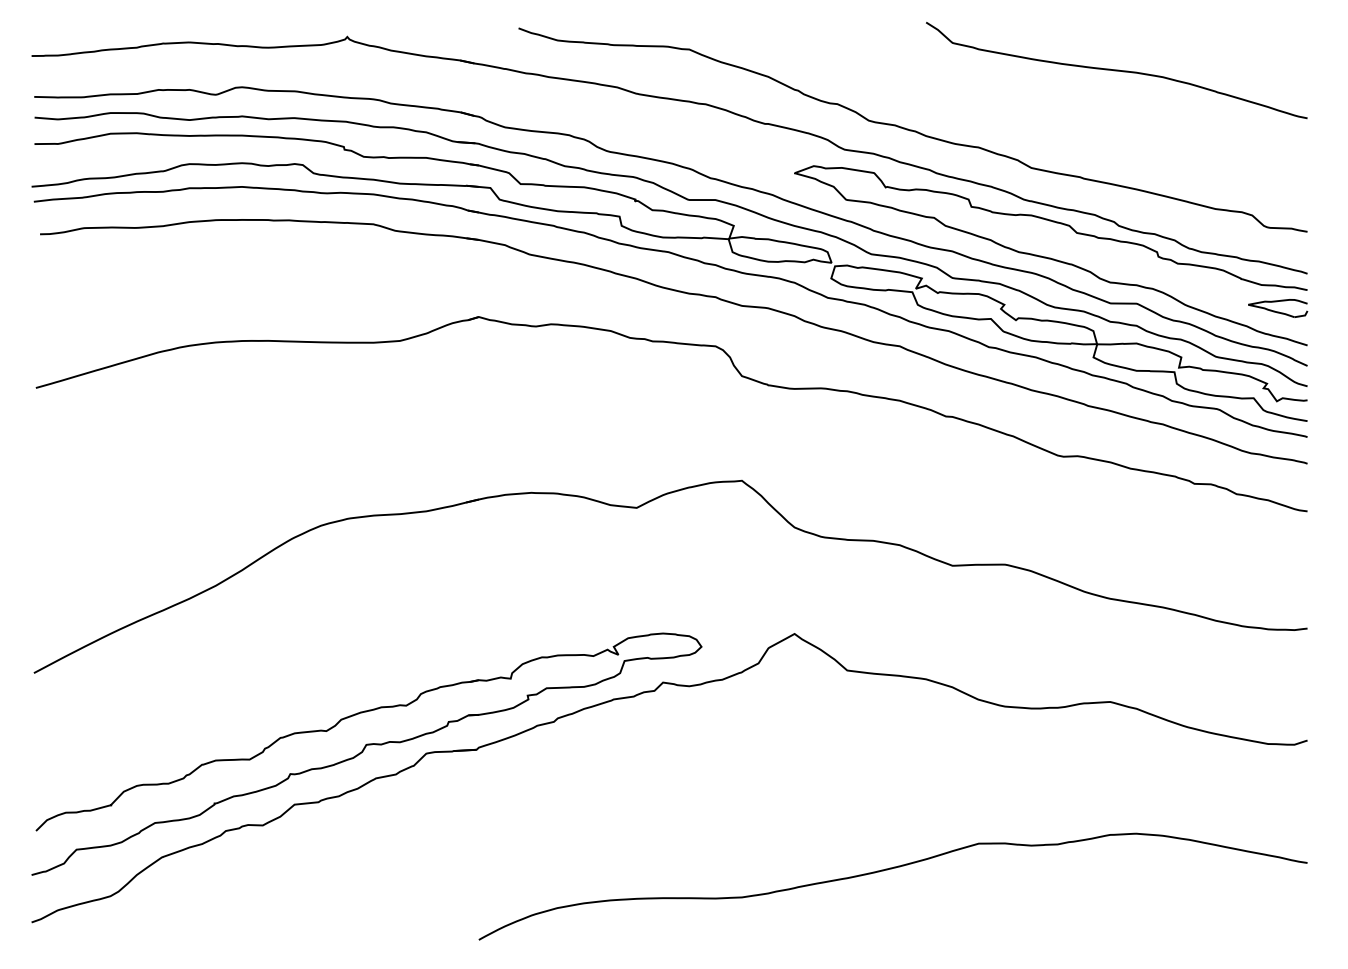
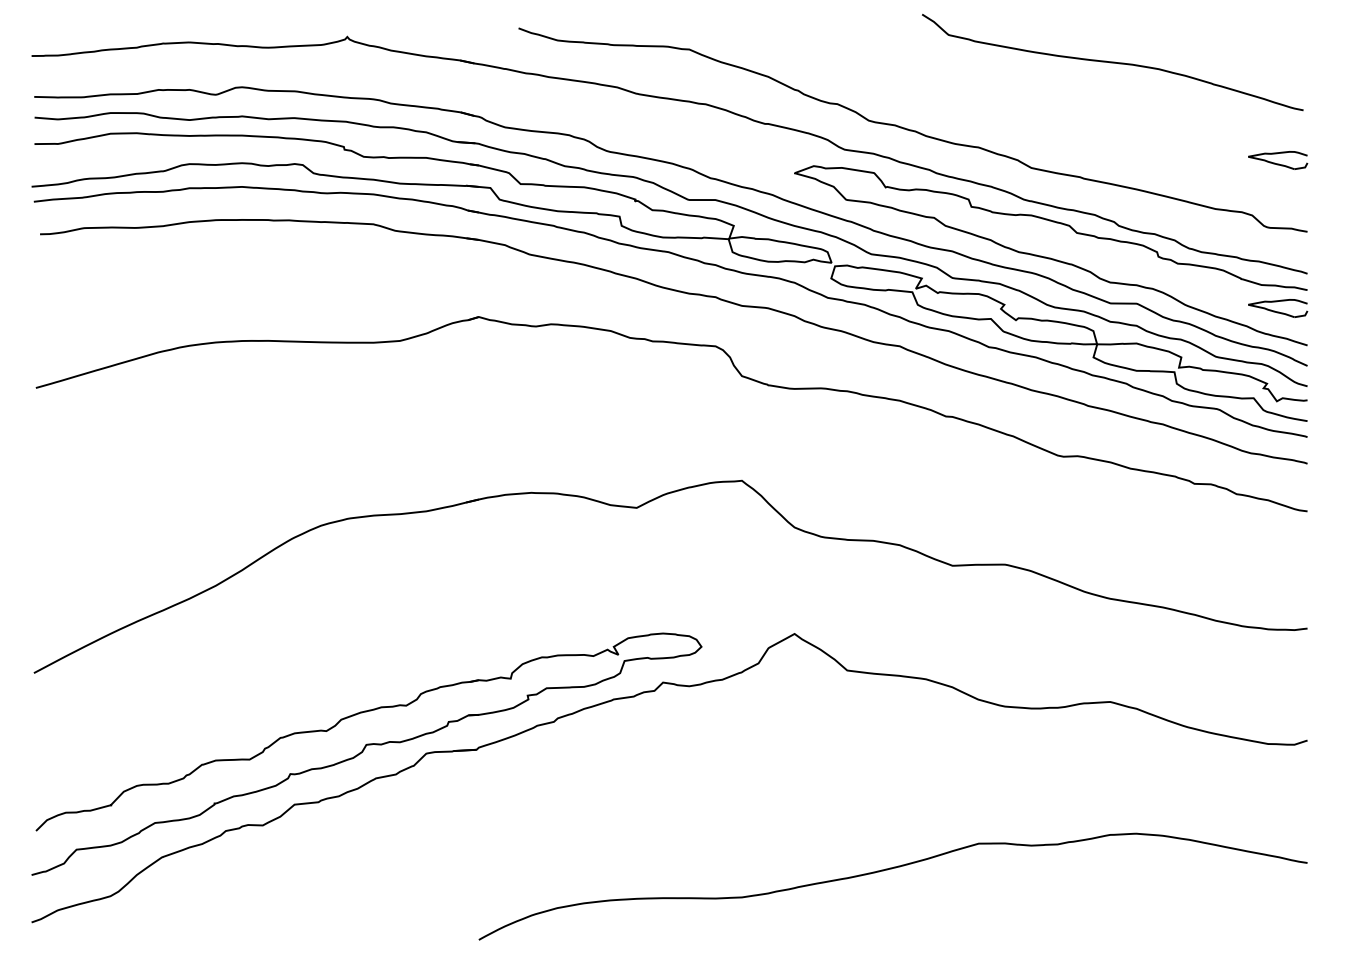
curve at (1116, 70) position: (1116, 70) -> (1112, 62)
part at (1278, 160): none -> present
